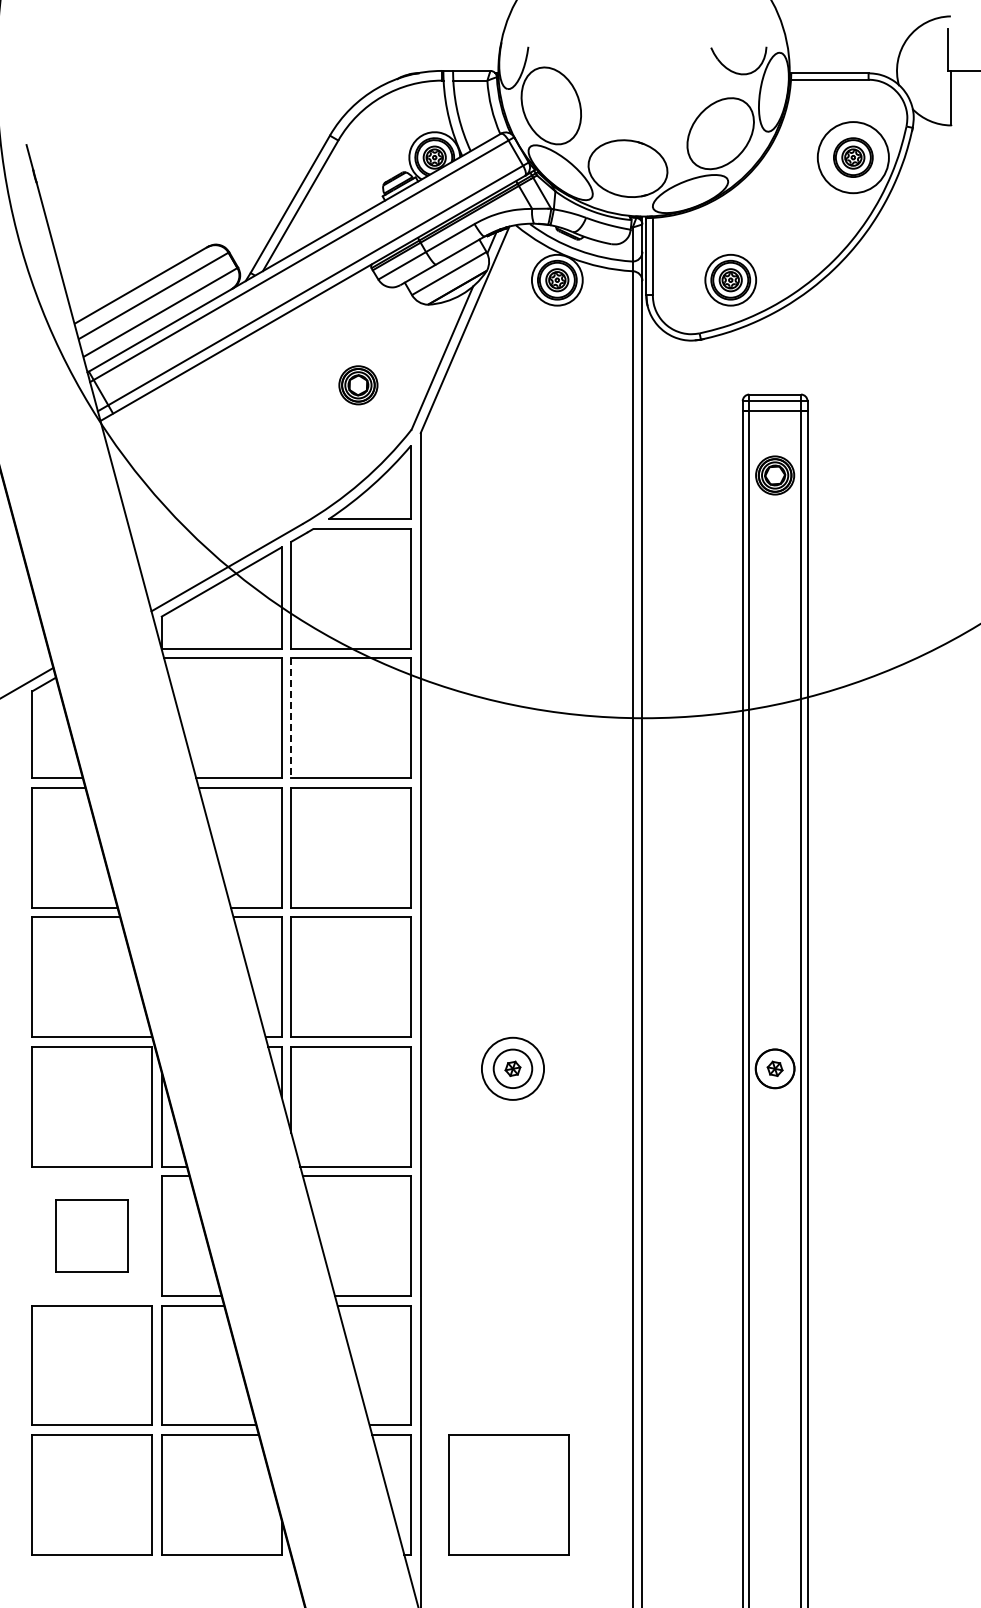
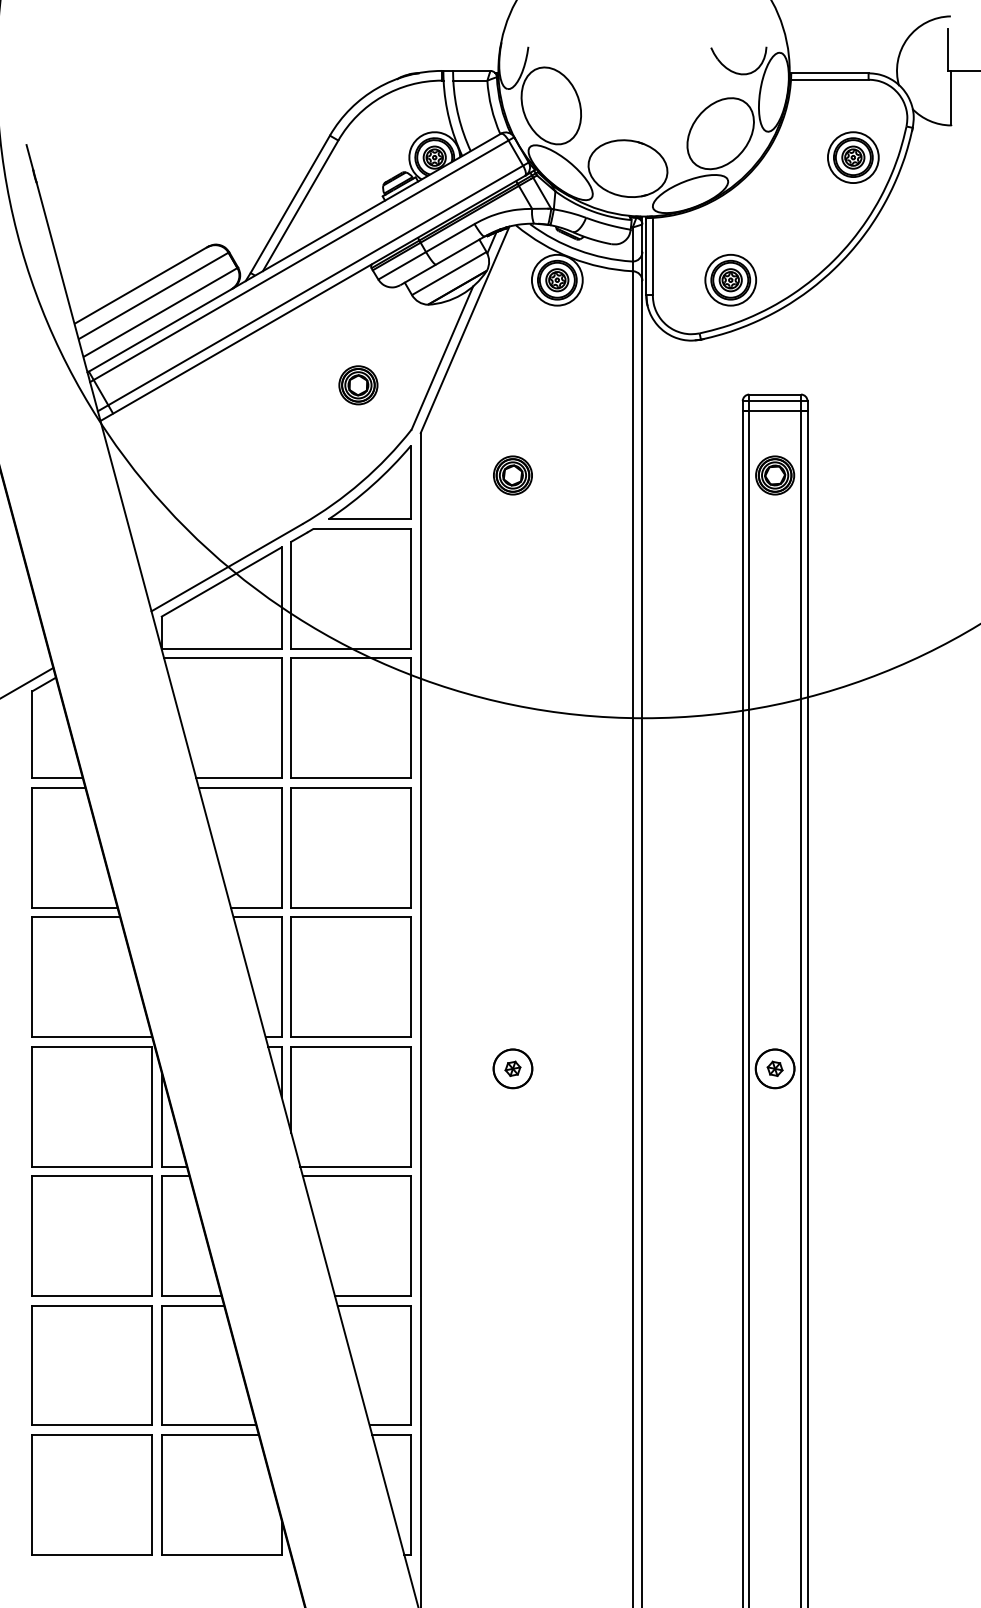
circle at (852, 157) diameter: 71 px -> 51 px
part at (512, 475): none -> present
line at (291, 718): dashed -> solid
circle at (512, 1068) diameter: 62 px -> 39 px
part at (91, 1235) size: 74x74 px -> 122x122 px
part at (508, 1494): present -> none
